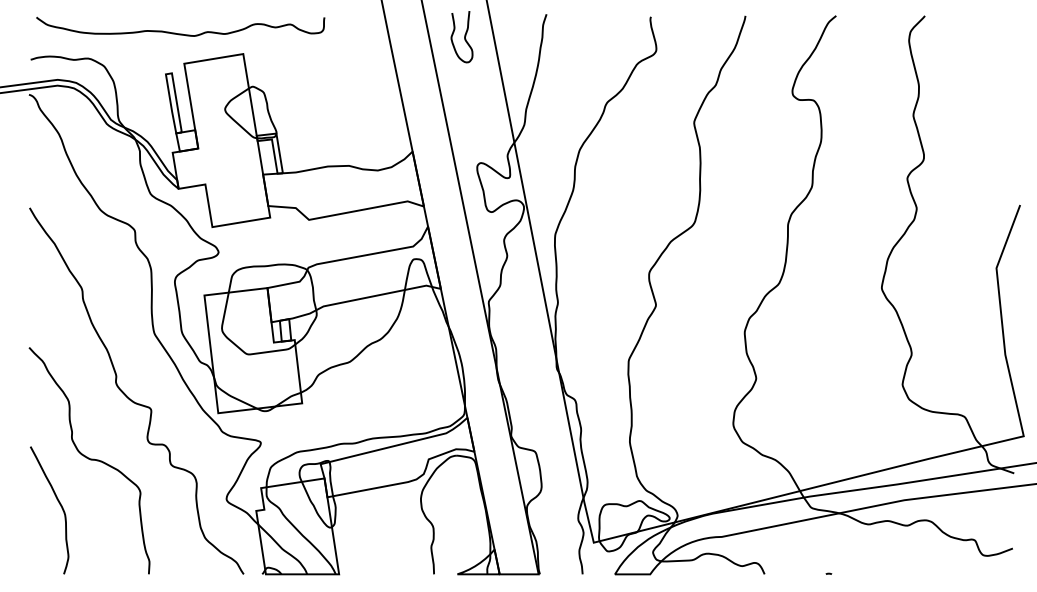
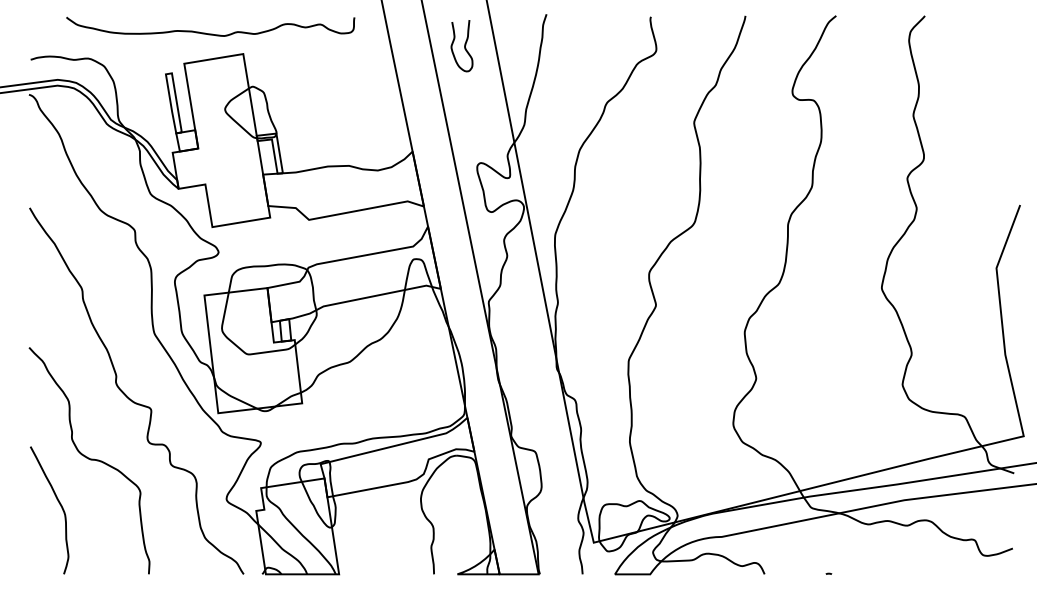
curve at (180, 33) position: (180, 33) -> (210, 33)
curve at (464, 37) position: (464, 37) -> (464, 46)
